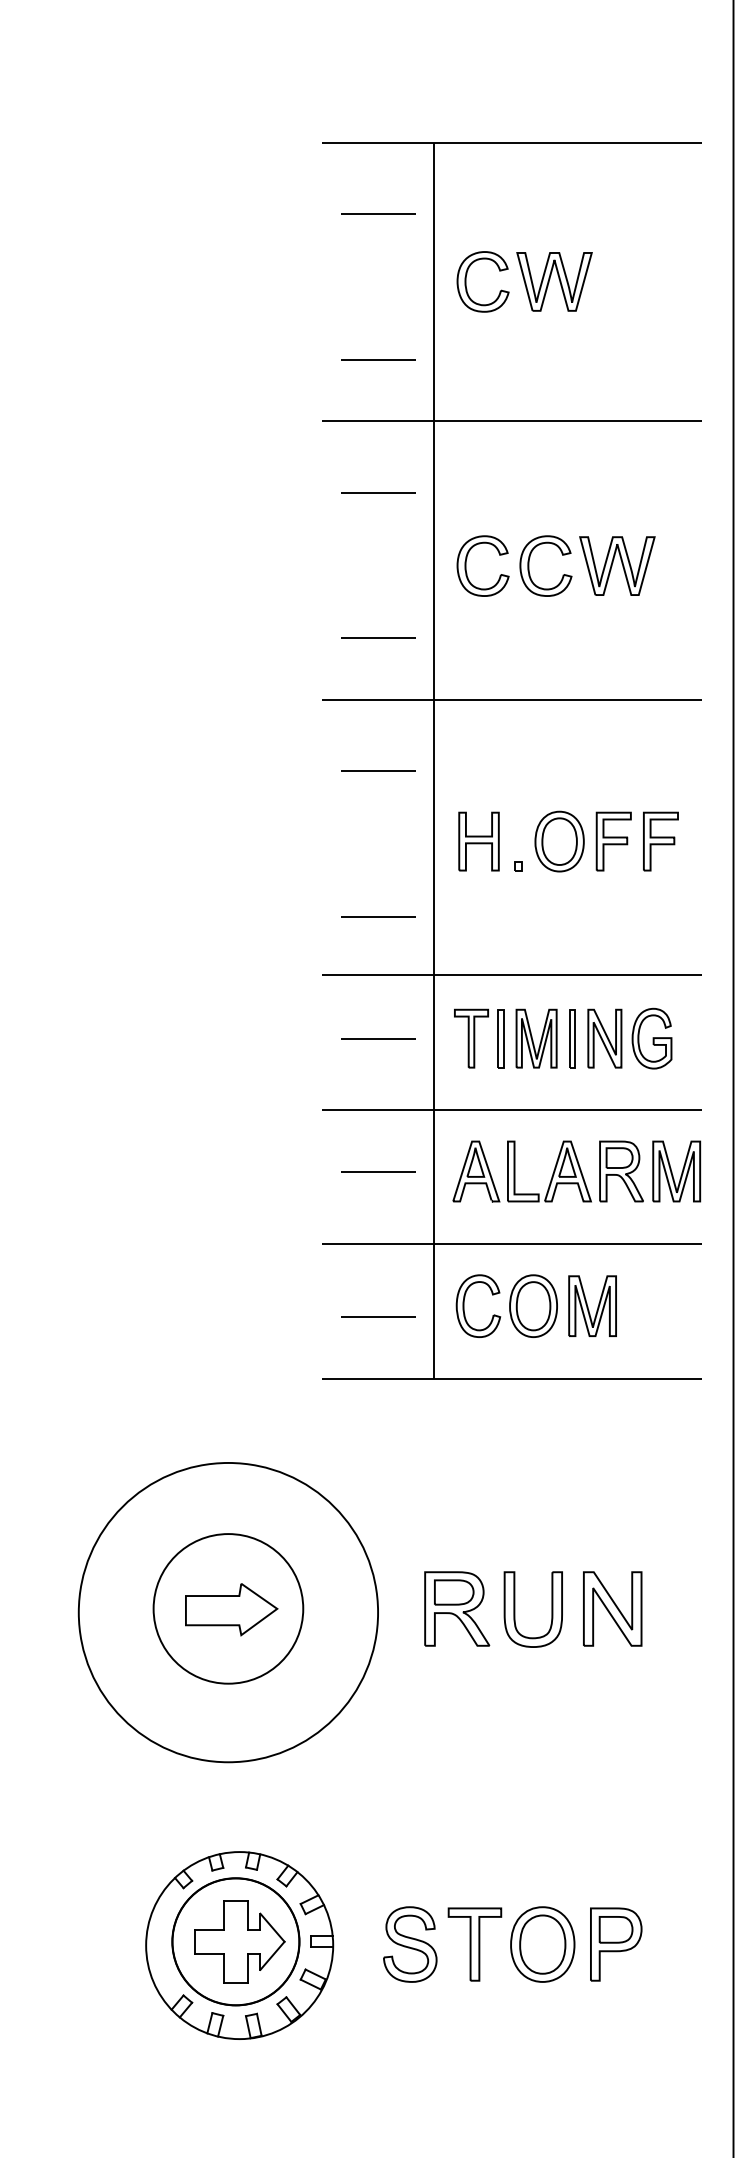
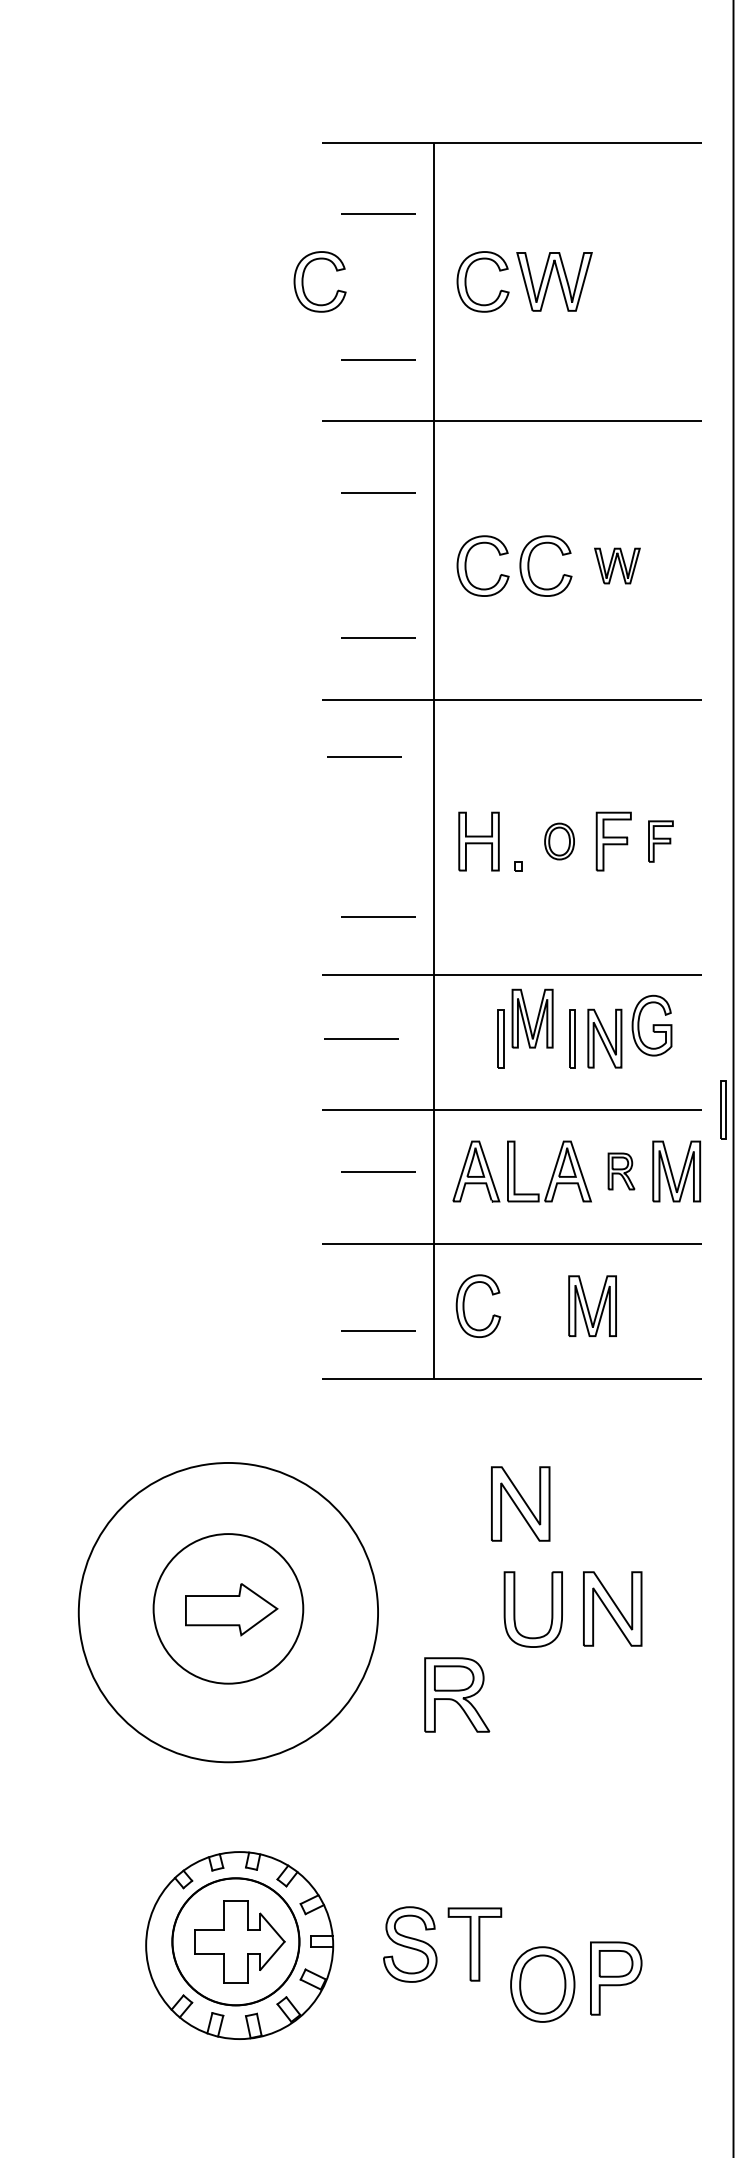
part at (303, 281): none -> present
part at (617, 565) size: 77x60 px -> 47x38 px
line at (378, 770) position: (378, 770) -> (364, 756)
part at (559, 841) size: 51x63 px -> 31x39 px
part at (660, 841) size: 36x61 px -> 26x43 px
line at (378, 1038) position: (378, 1038) -> (361, 1038)
part at (471, 1038): present -> none
part at (536, 1038) position: (536, 1038) -> (532, 1018)
part at (651, 1038) position: (651, 1038) -> (651, 1025)
part at (723, 1109): none -> present
part at (621, 1171) size: 45x63 px -> 29x39 px
part at (533, 1305): present -> none
line at (378, 1316) position: (378, 1316) -> (378, 1330)
part at (520, 1503): none -> present
part at (457, 1608) position: (457, 1608) -> (457, 1694)
part at (542, 1944) position: (542, 1944) -> (542, 1984)
part at (616, 1944) position: (616, 1944) -> (616, 1978)
